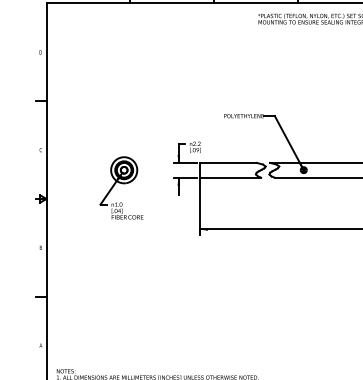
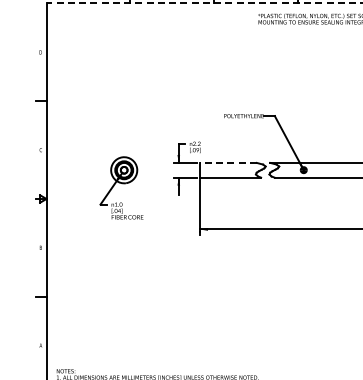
line at (204, 3): solid -> dashed
line at (227, 162): solid -> dashed
